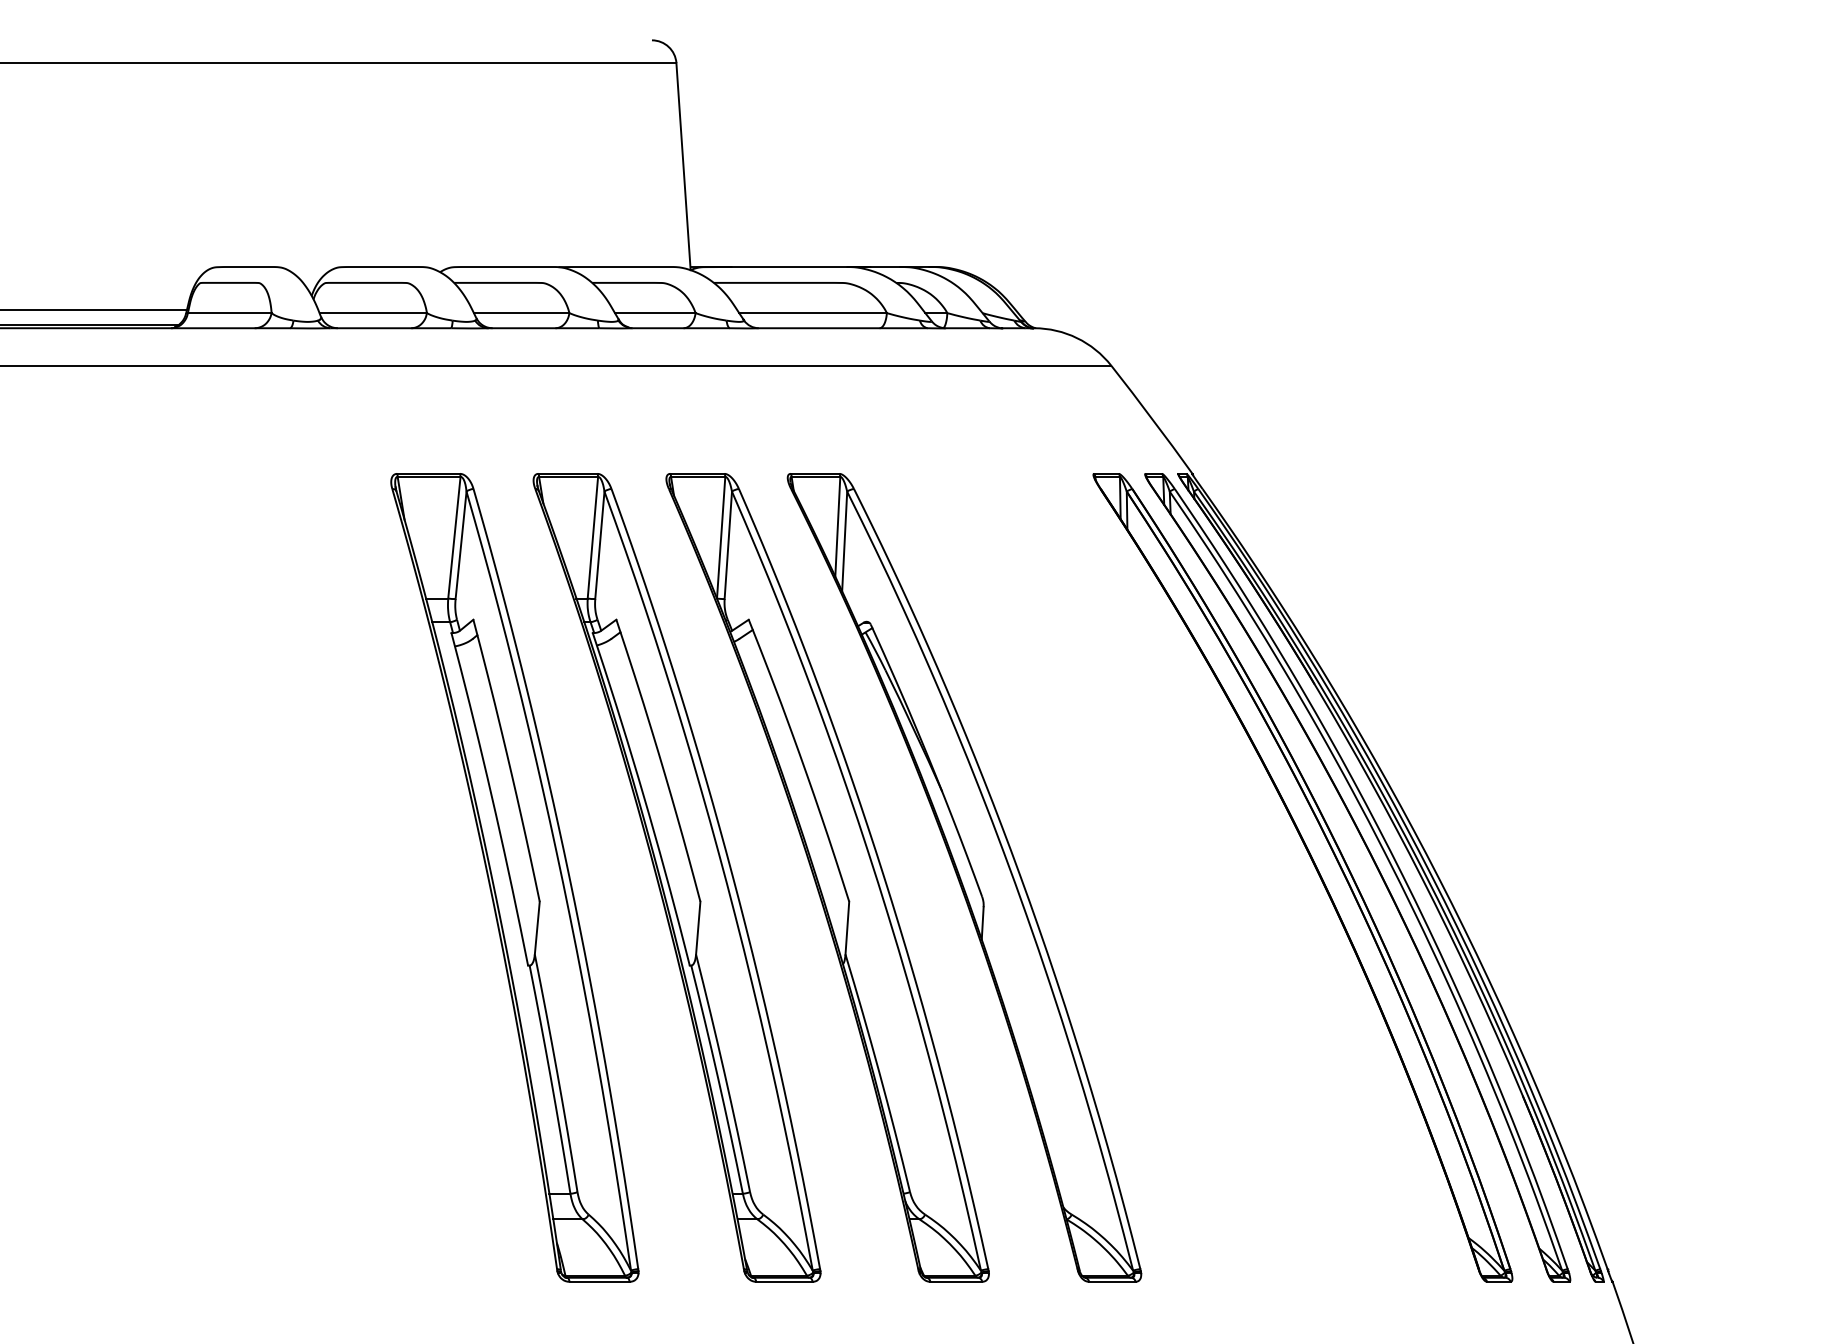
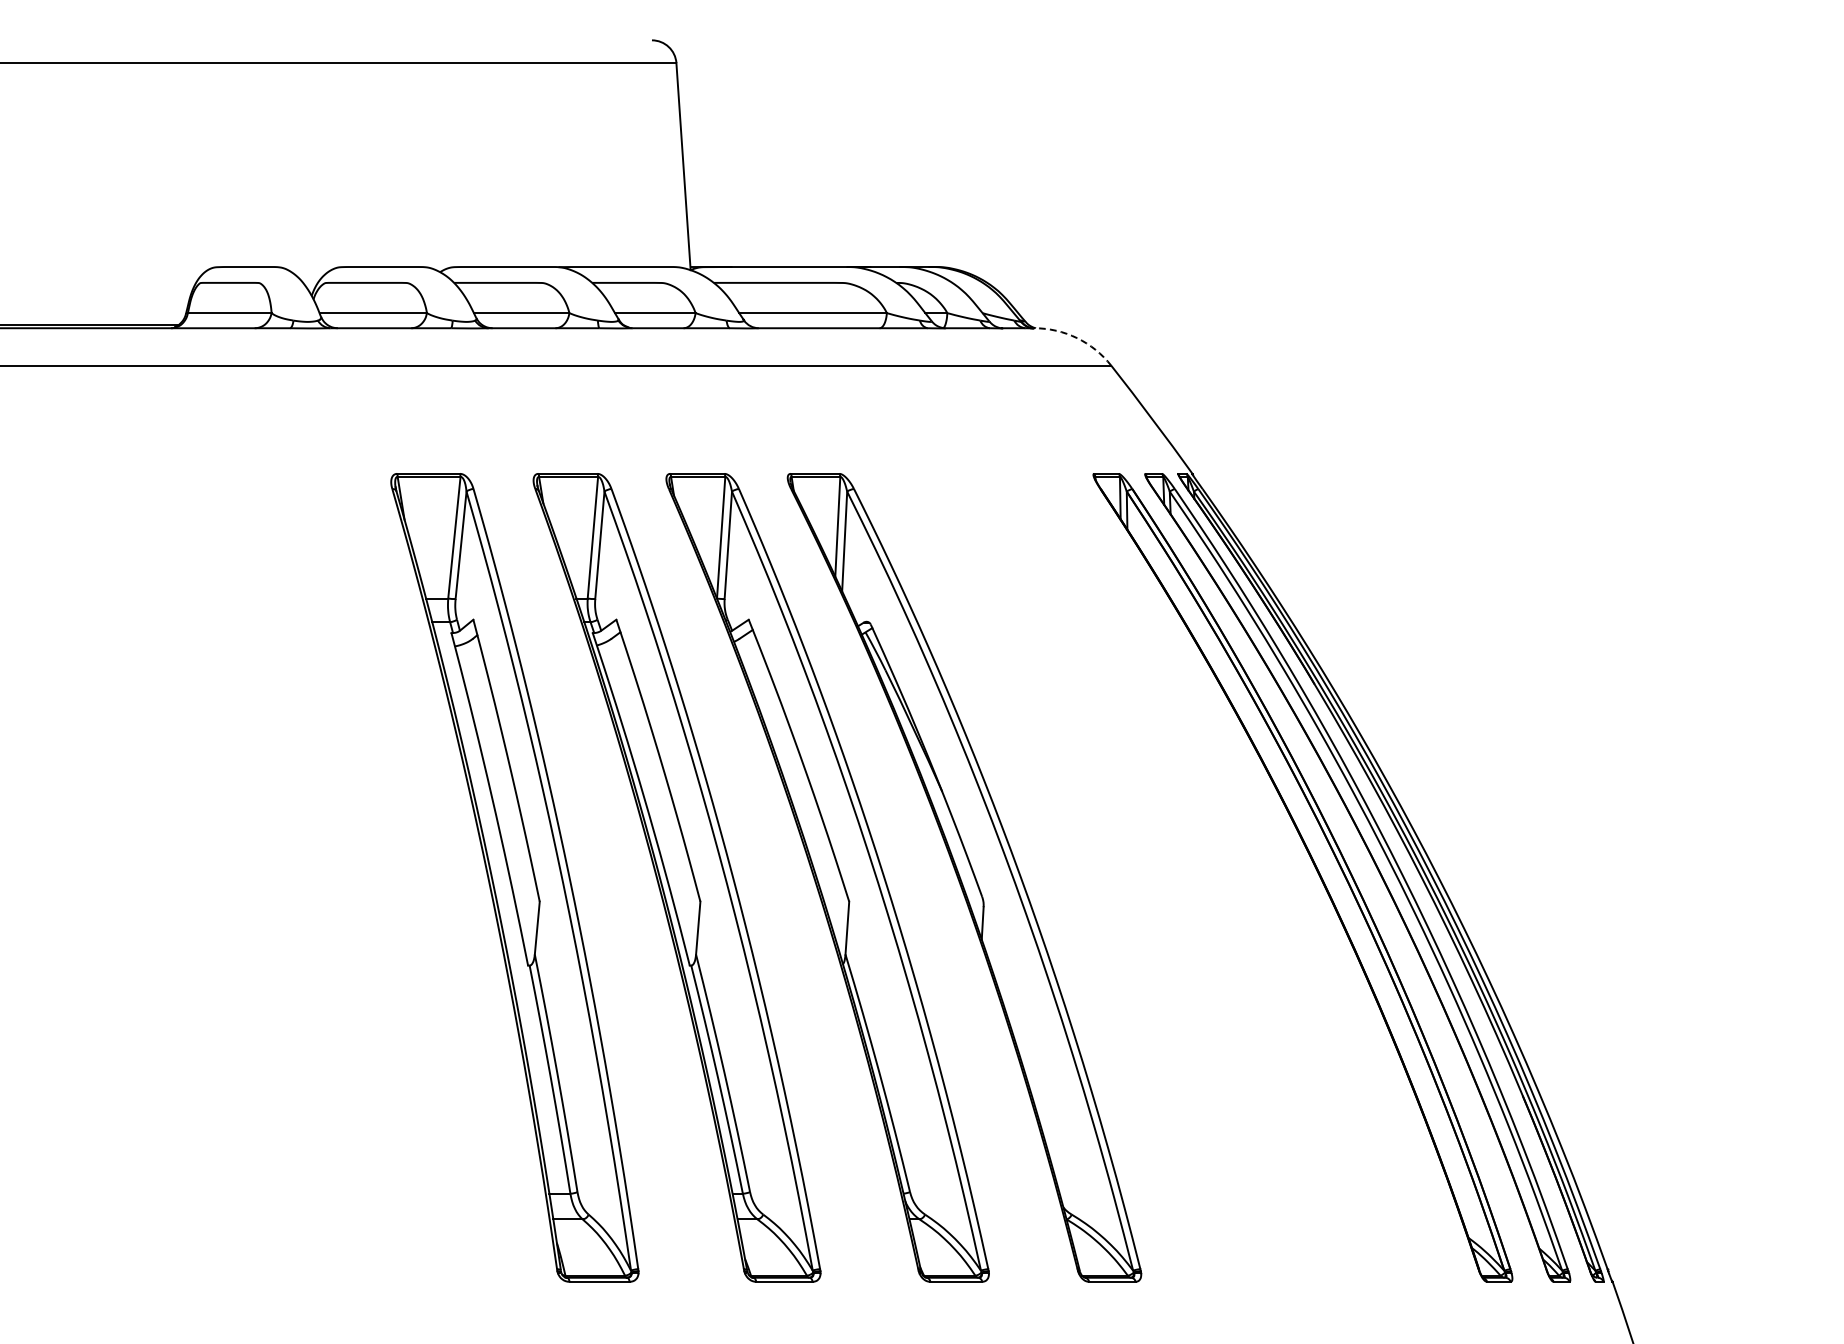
line at (94, 309): present -> none
arc at (1077, 338): solid -> dashed
